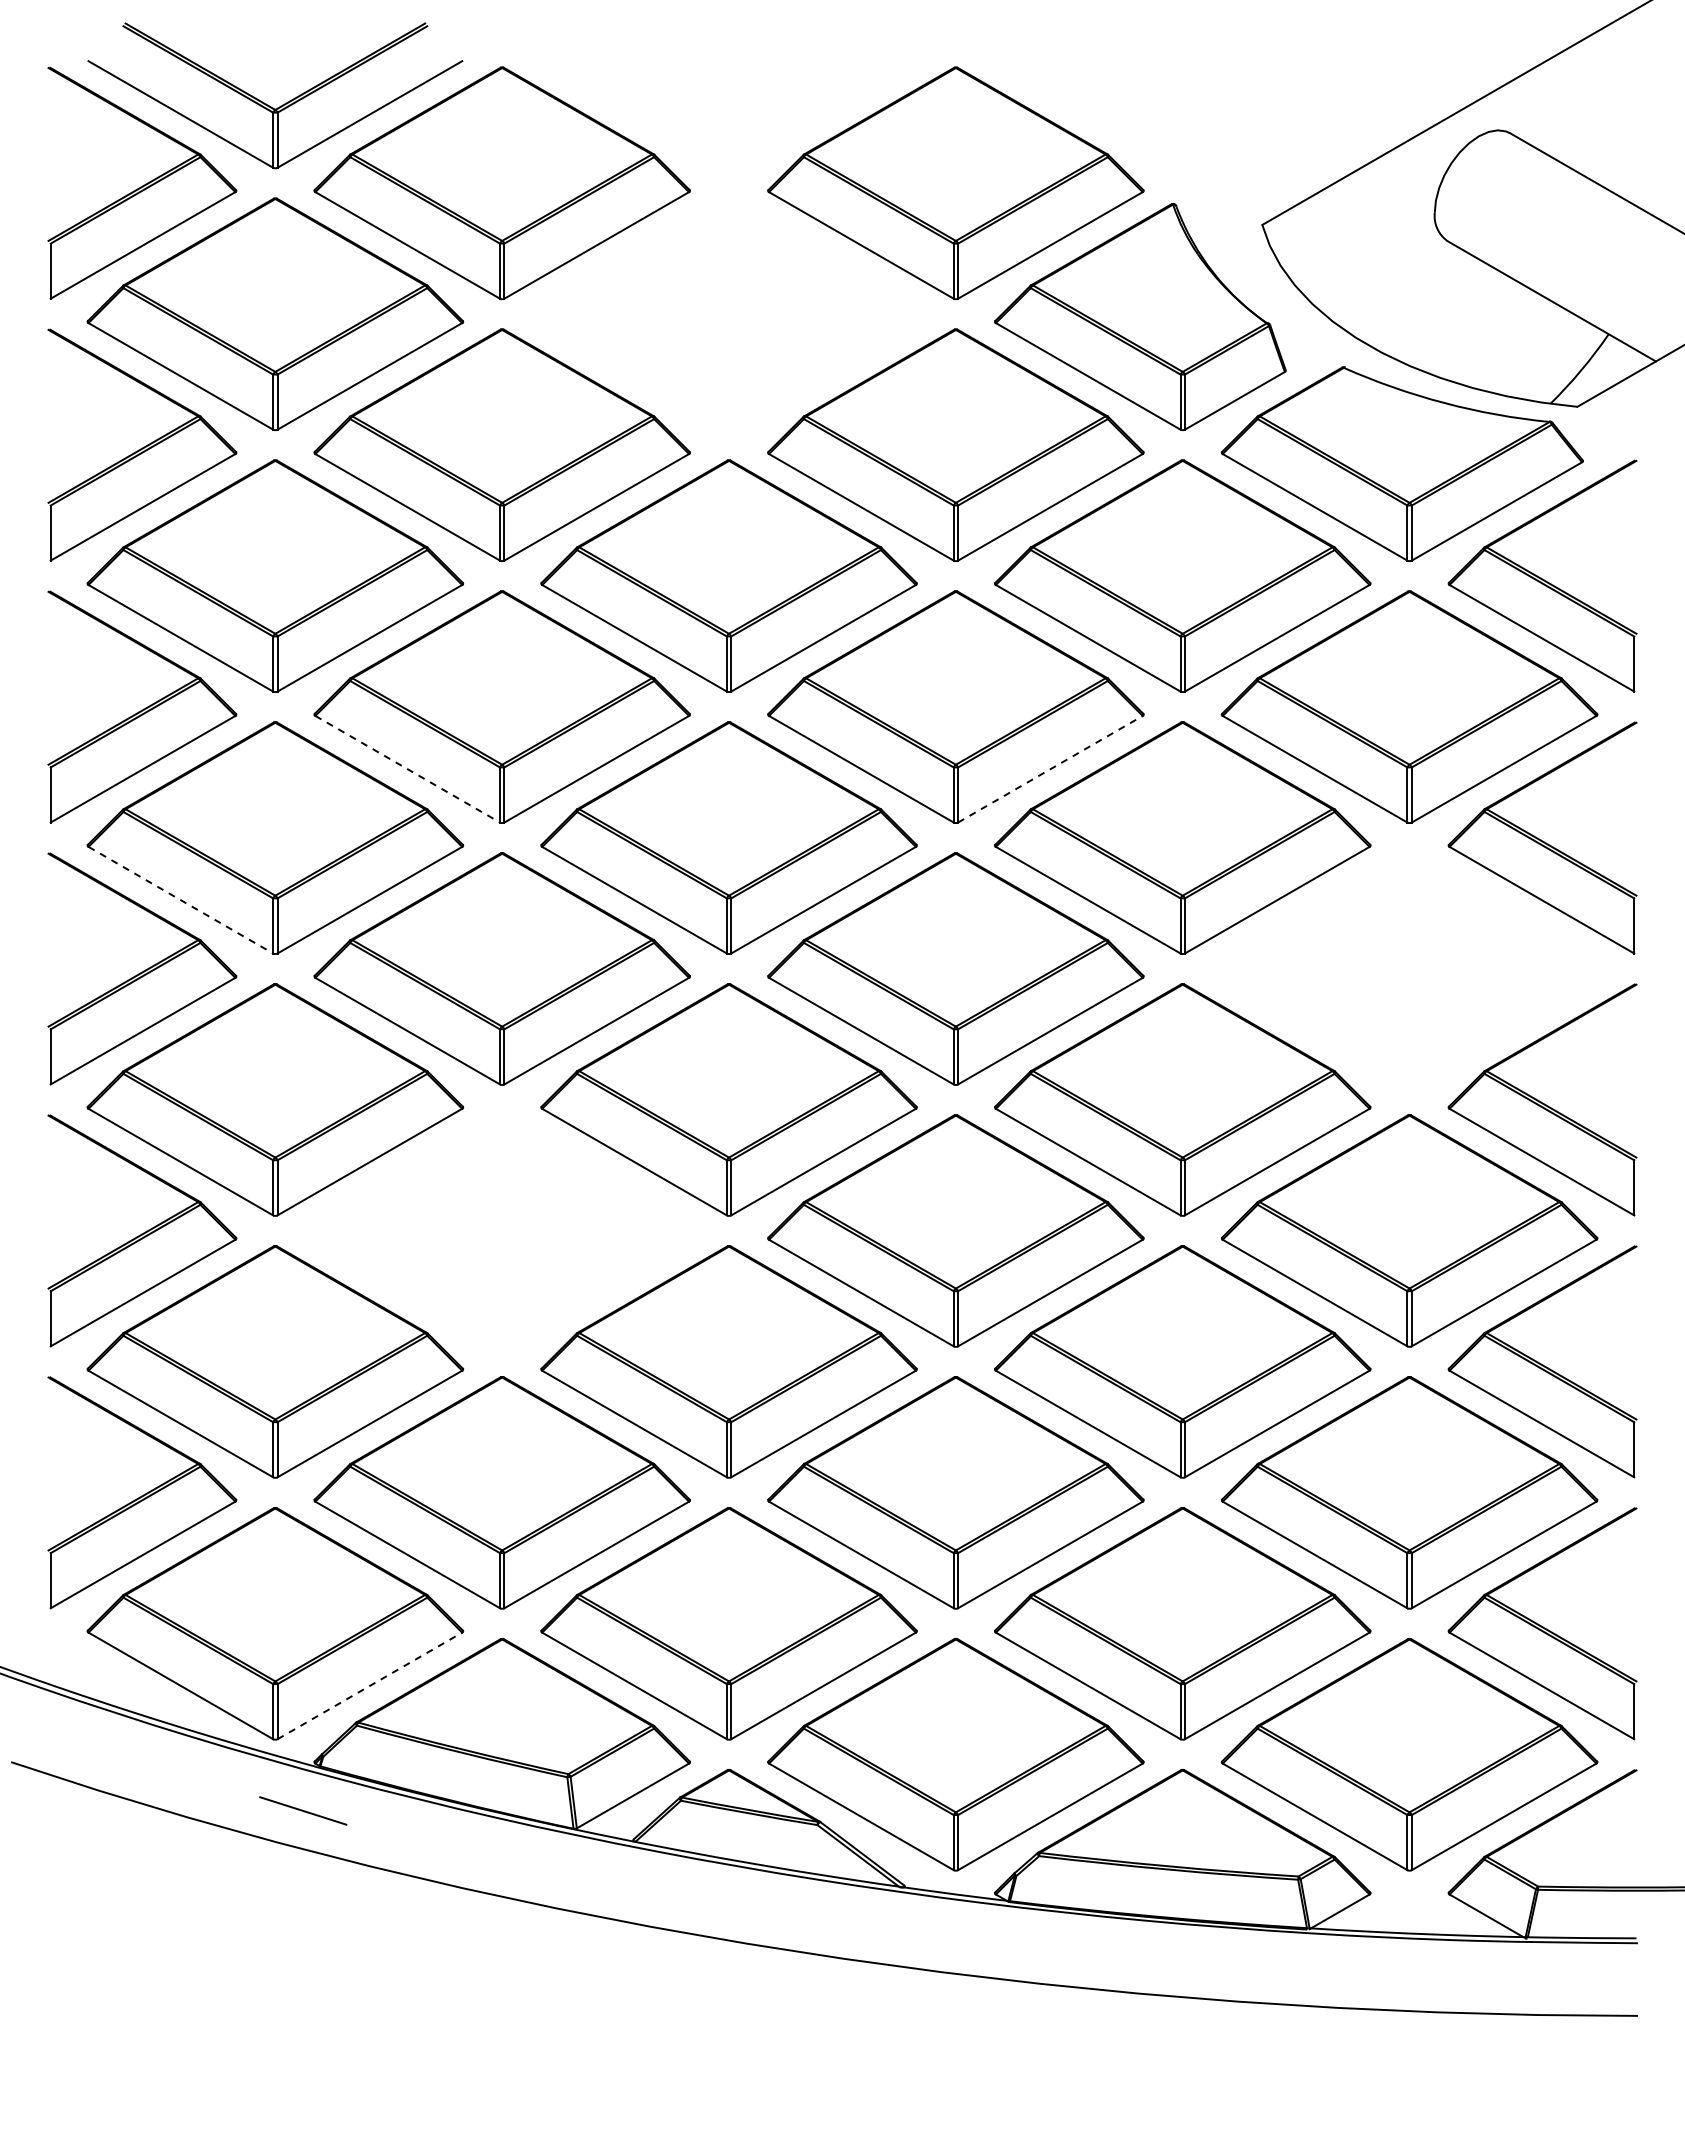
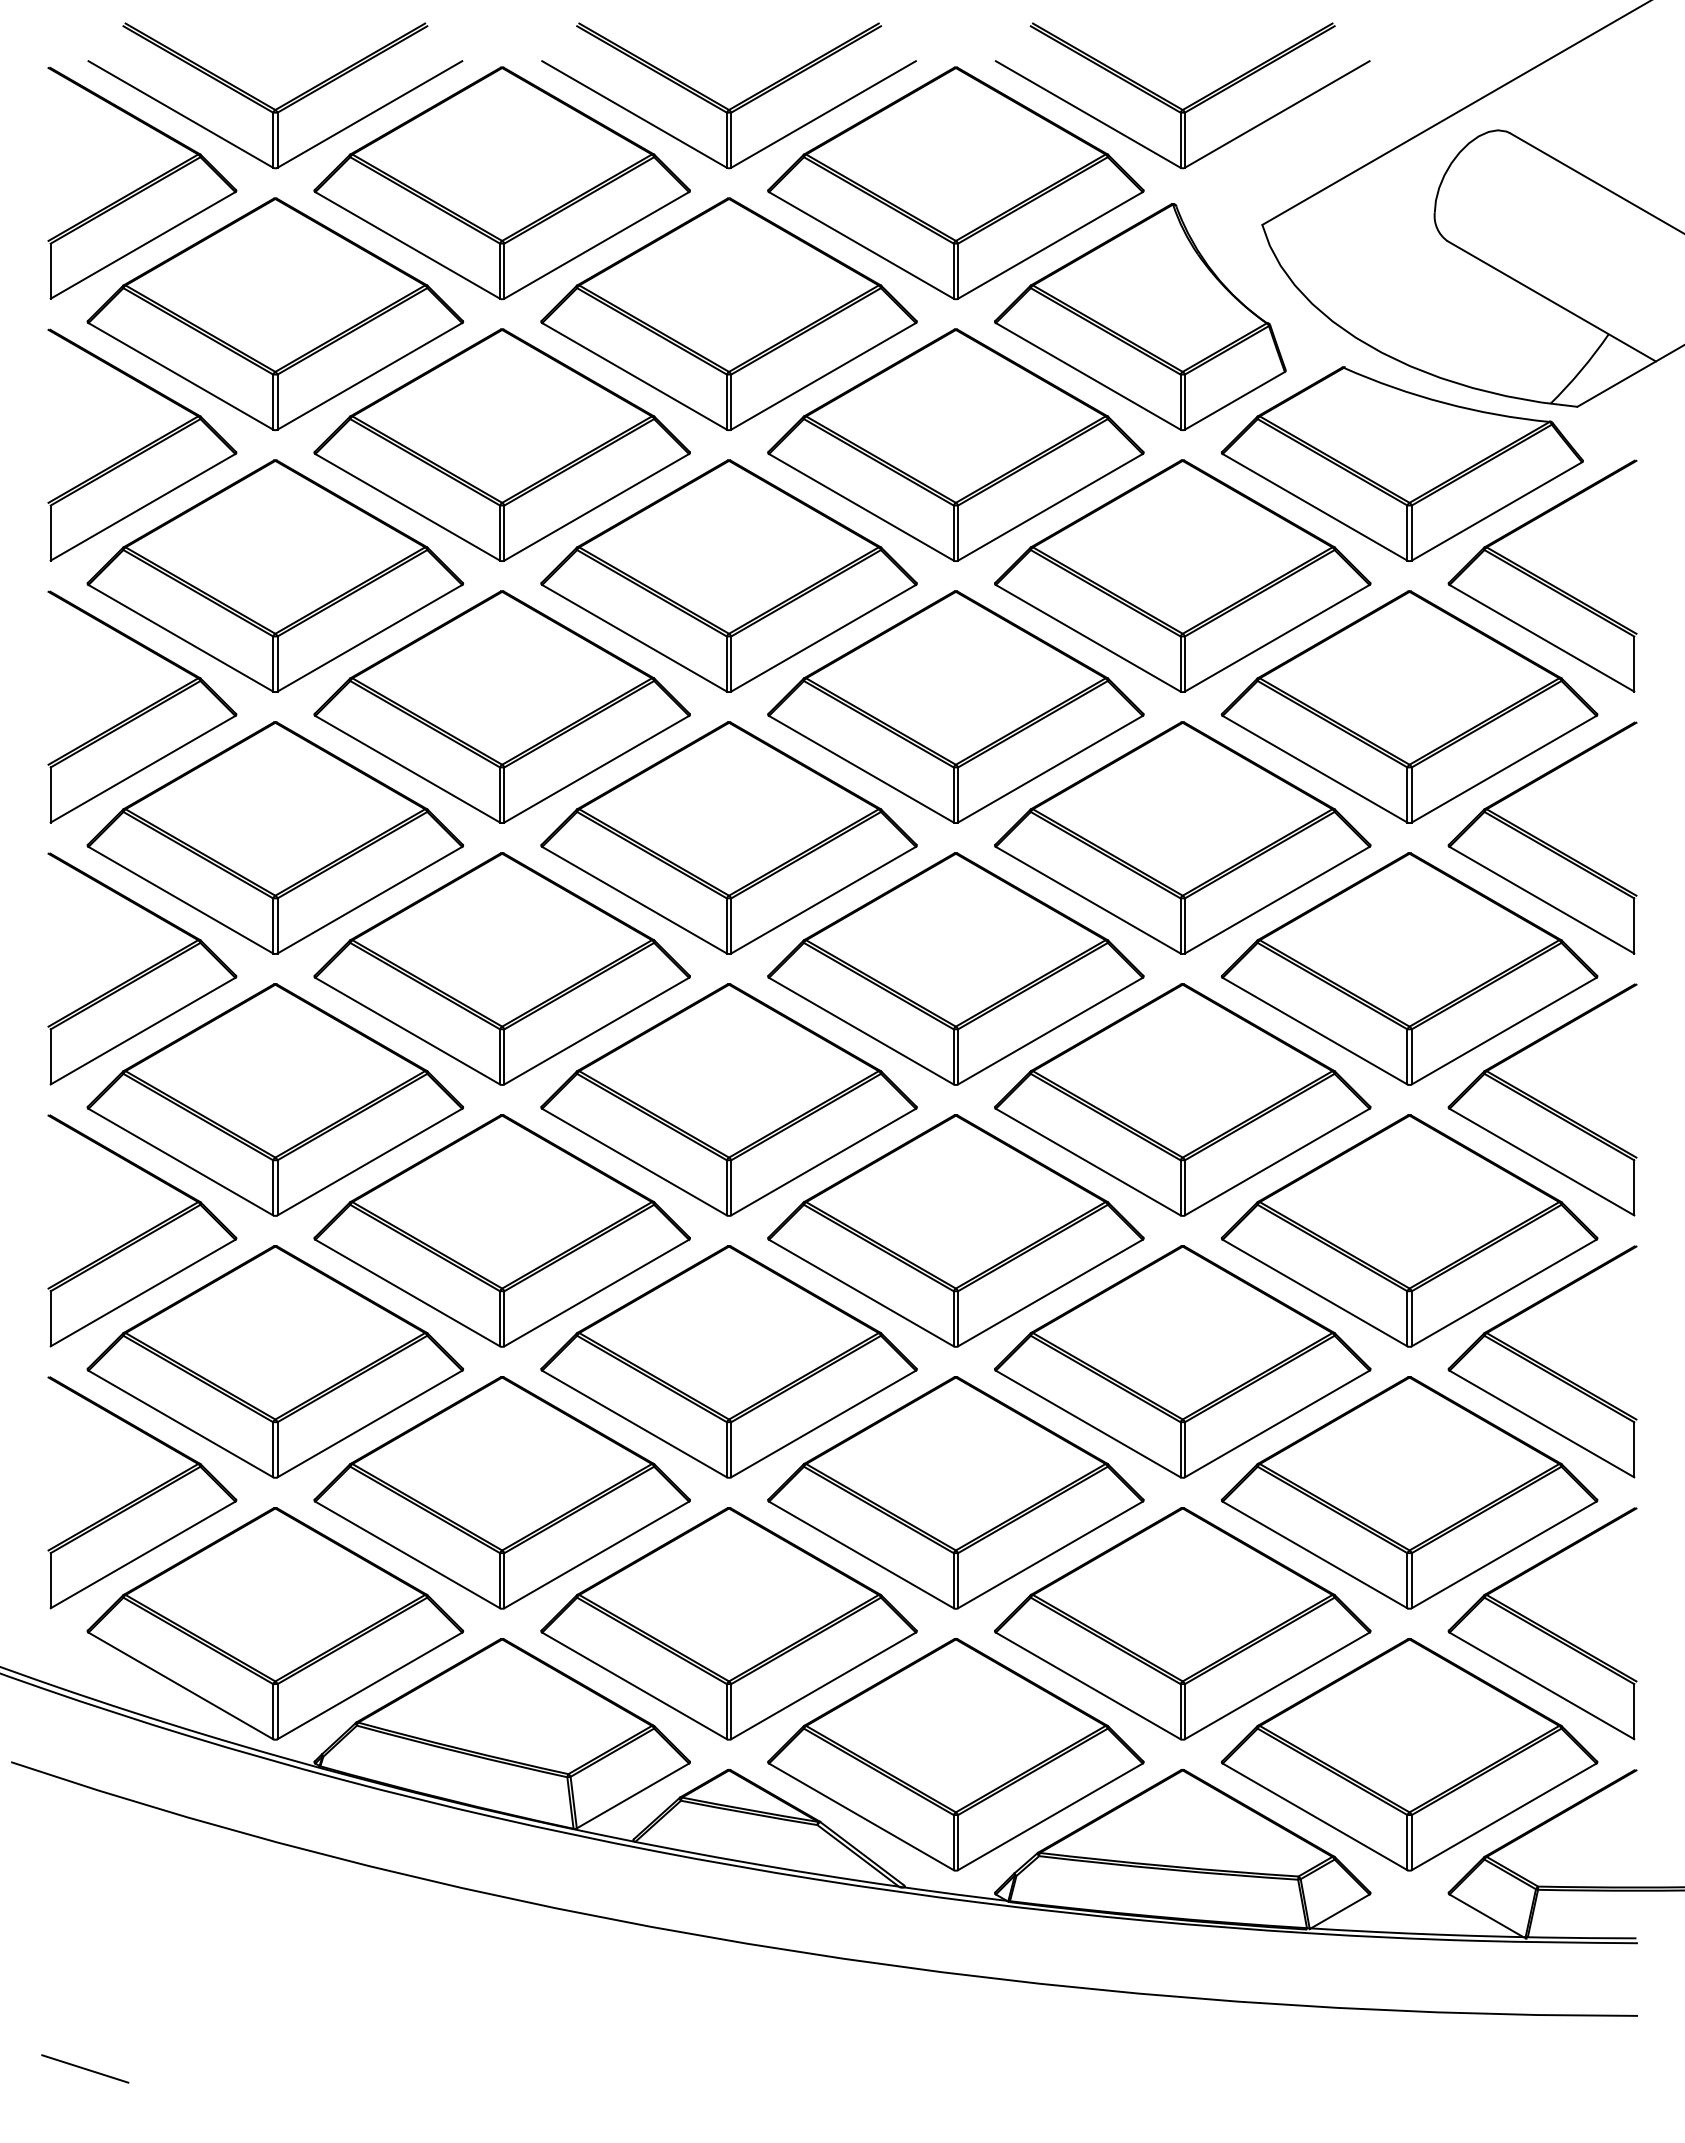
part at (723, 105): none -> present
part at (1177, 105): none -> present
part at (728, 313): none -> present
line at (407, 769): dashed -> solid
line at (1050, 769): dashed -> solid
line at (180, 900): dashed -> solid
part at (1409, 968): none -> present
part at (501, 1230): none -> present
line at (369, 1685): dashed -> solid
line at (303, 1810) position: (303, 1810) -> (85, 2068)
